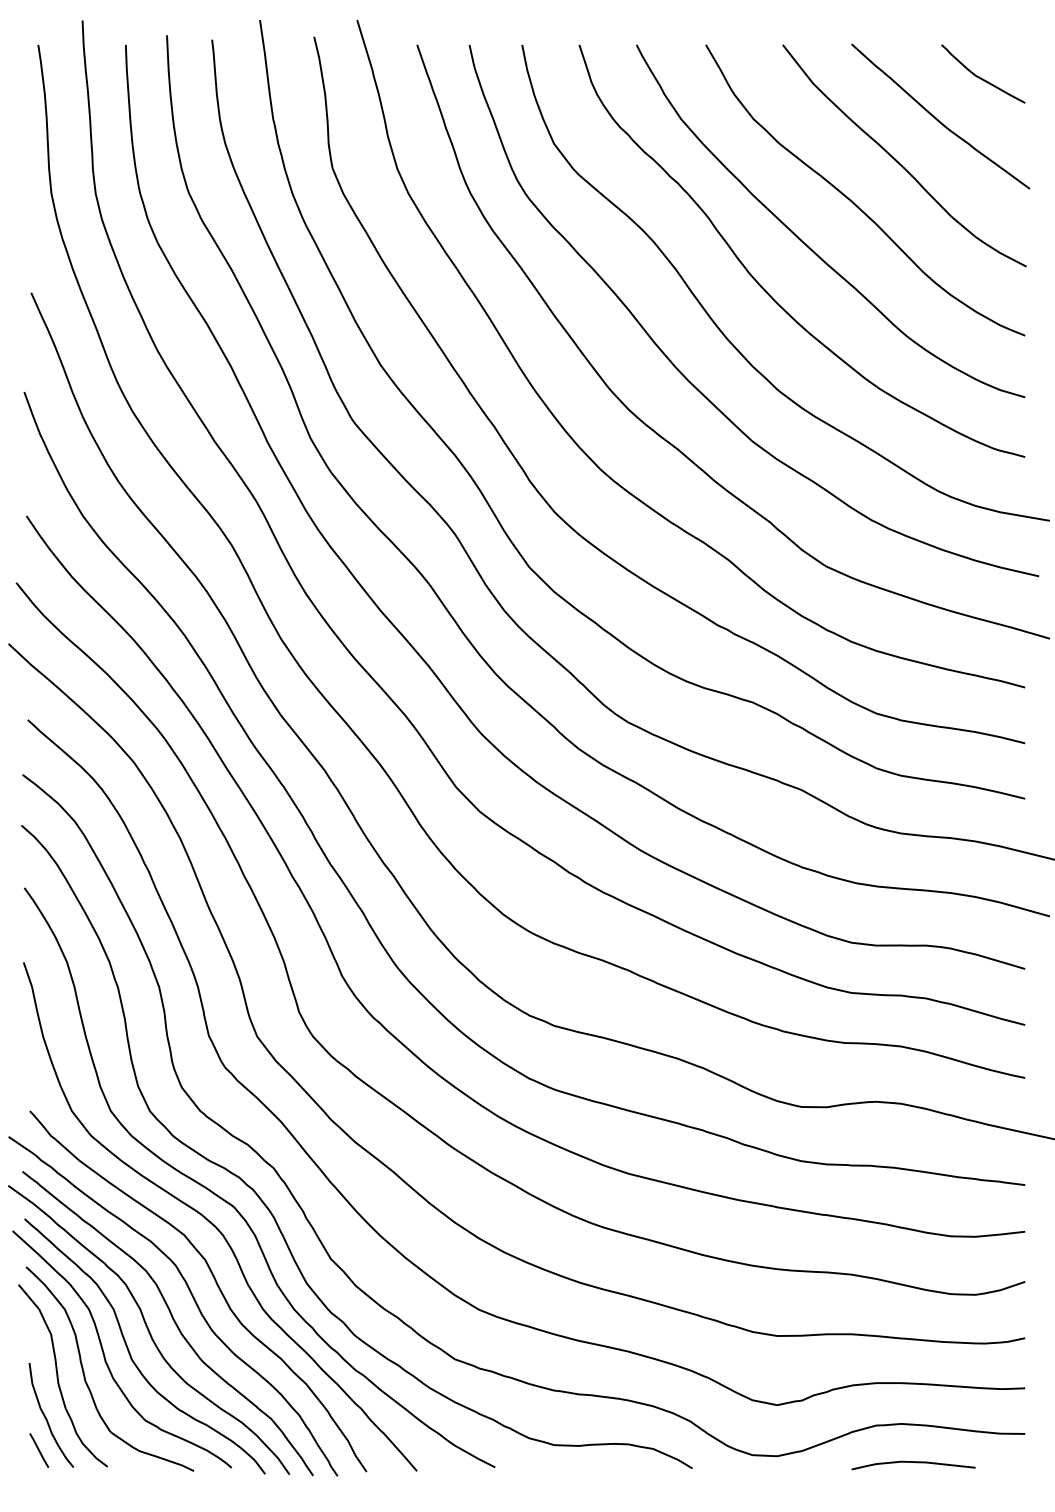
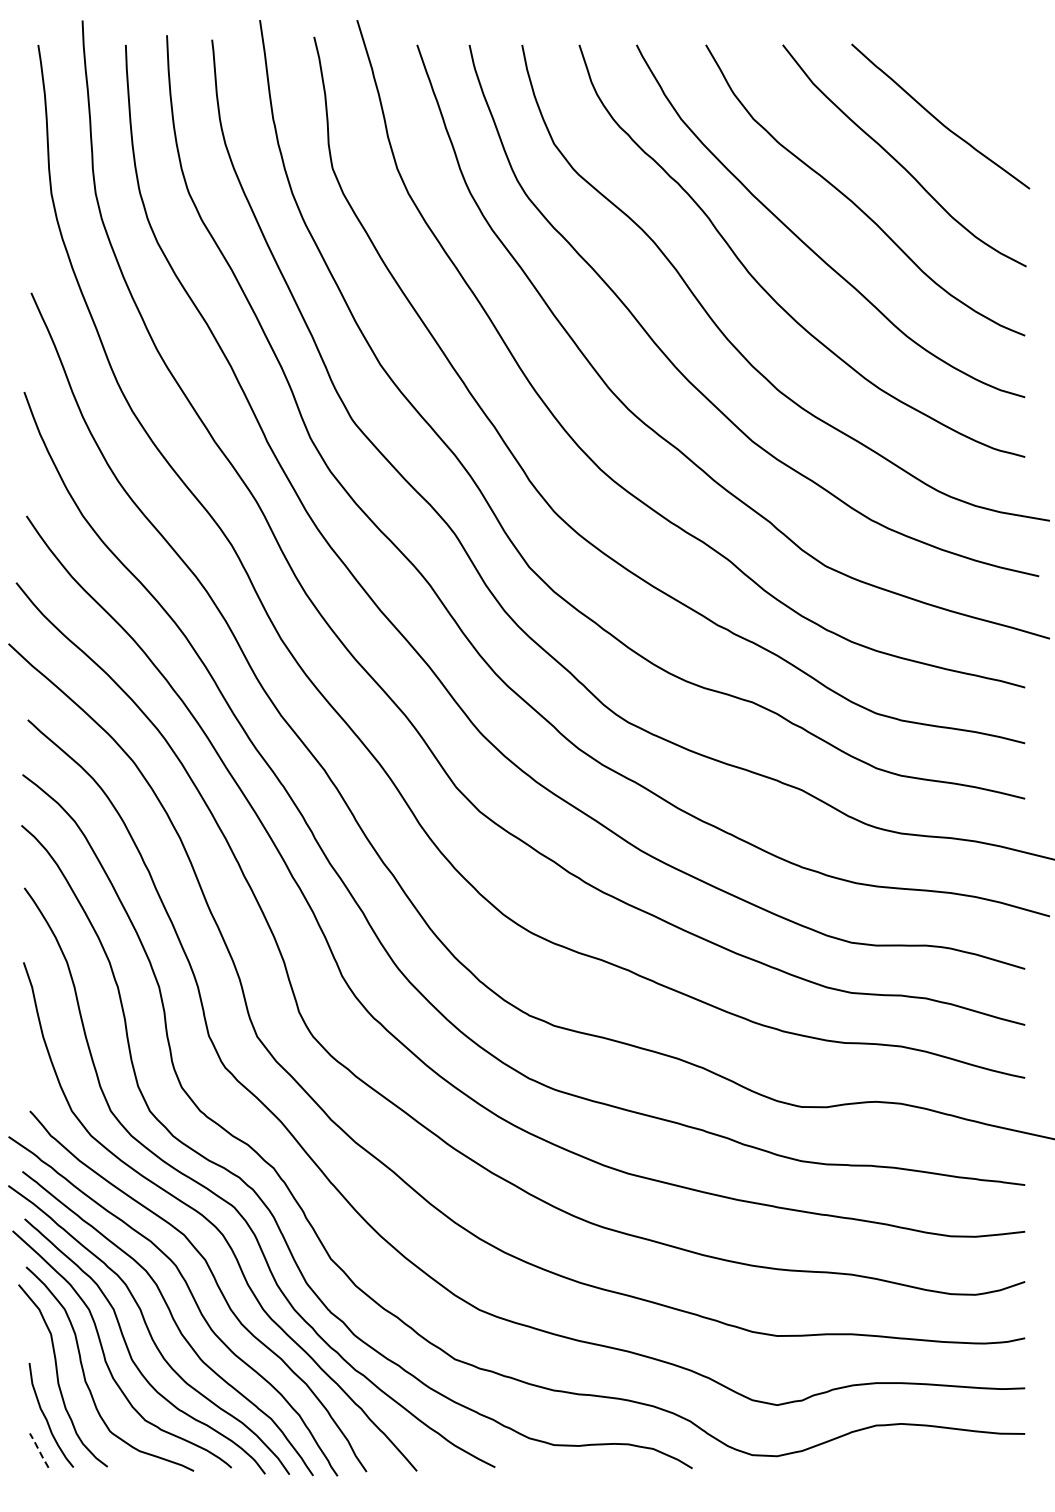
curve at (981, 77): present -> none
line at (39, 1450): solid -> dashed
curve at (913, 1462): present -> none
